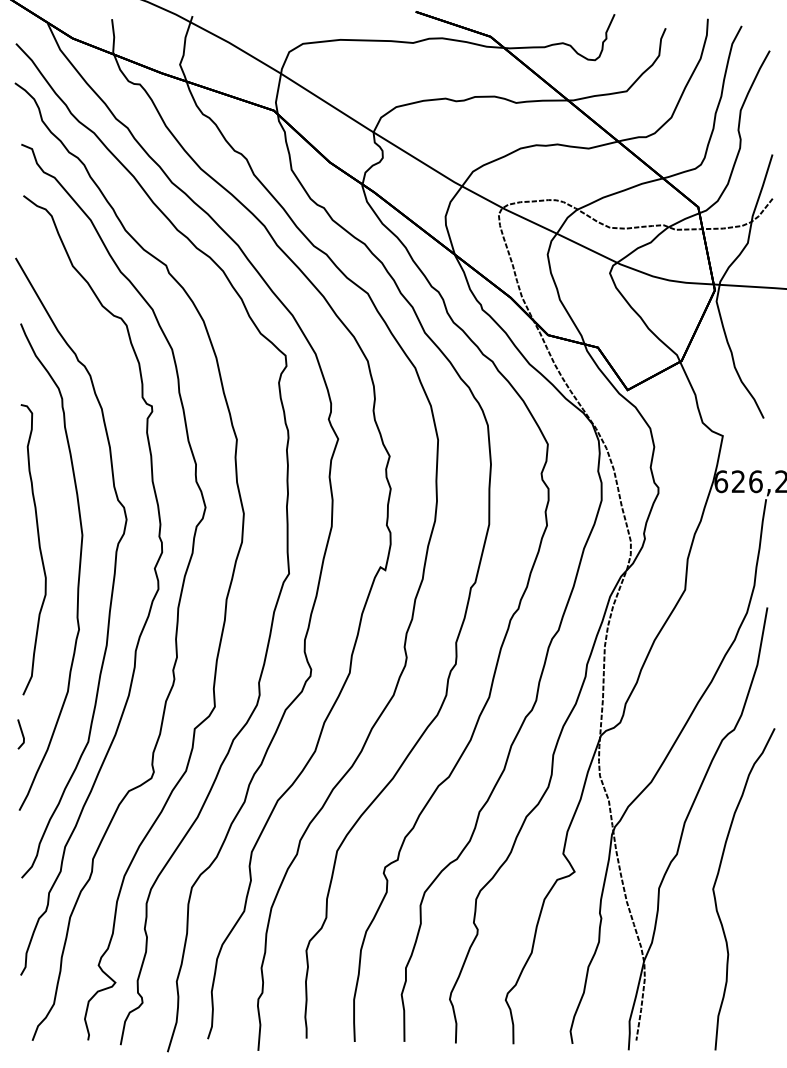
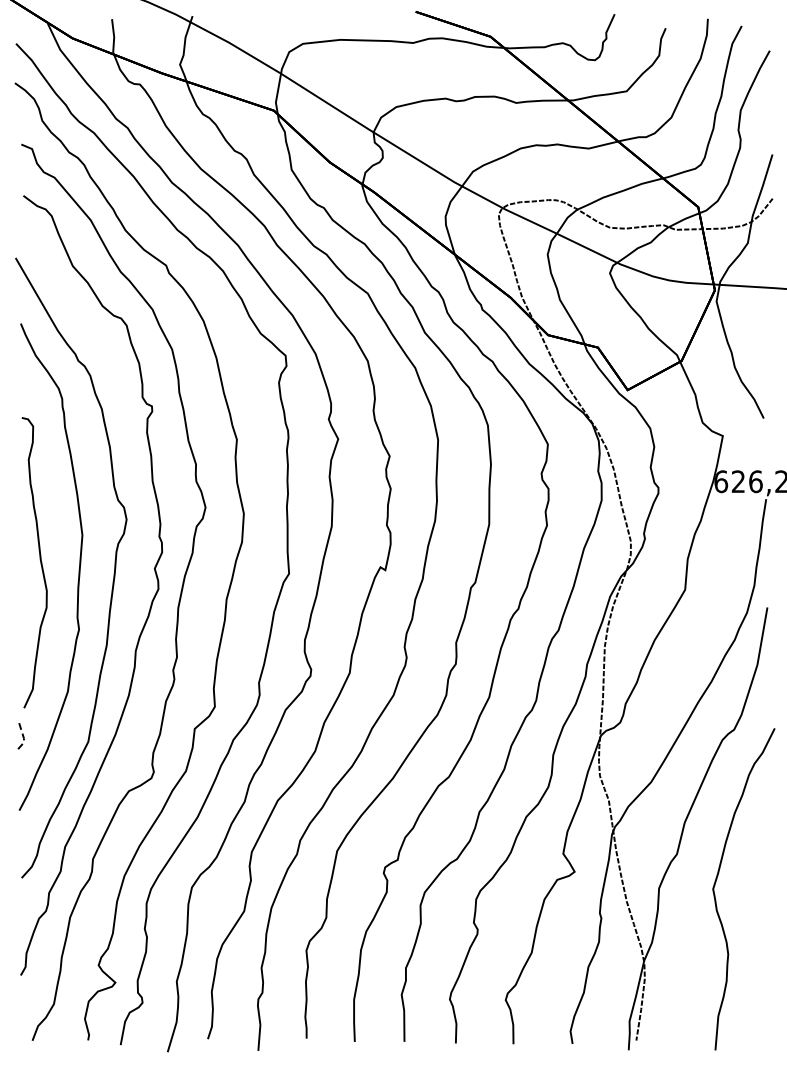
curve at (38, 546) position: (38, 546) -> (39, 559)
line at (23, 735): solid -> dashed
